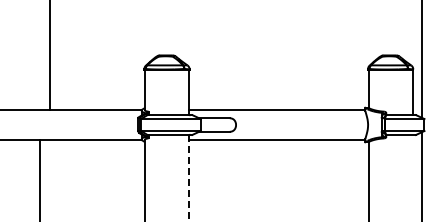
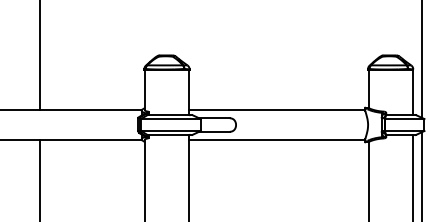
line at (50, 56) position: (50, 56) -> (40, 56)
line at (412, 176): none -> present
line at (189, 178): dashed -> solid
